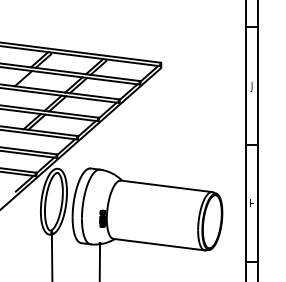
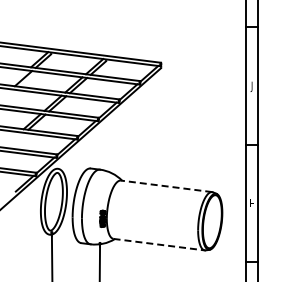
line at (166, 186): solid -> dashed
line at (159, 244): solid -> dashed
